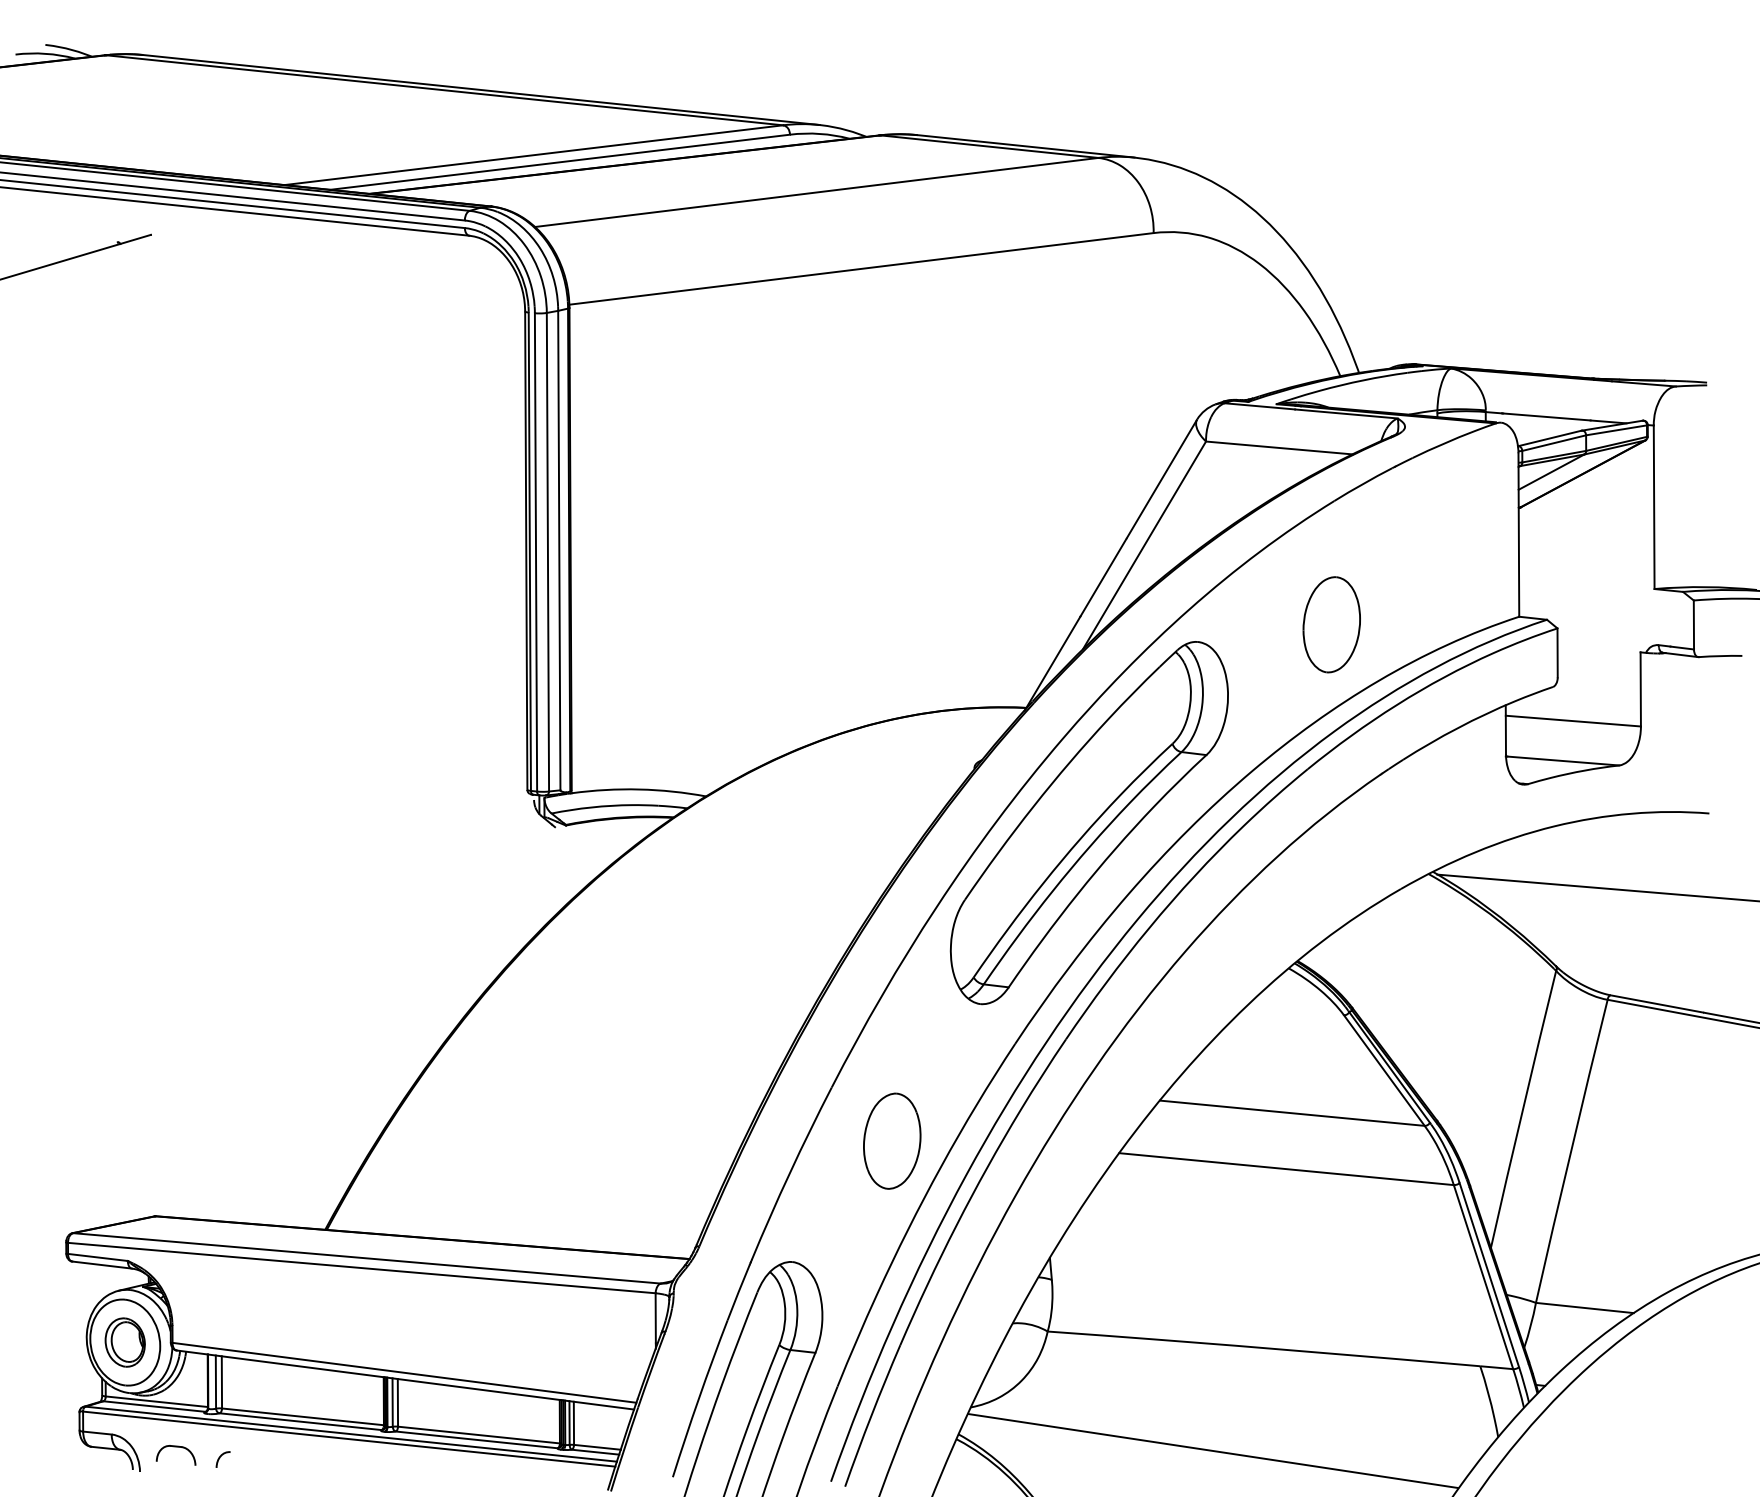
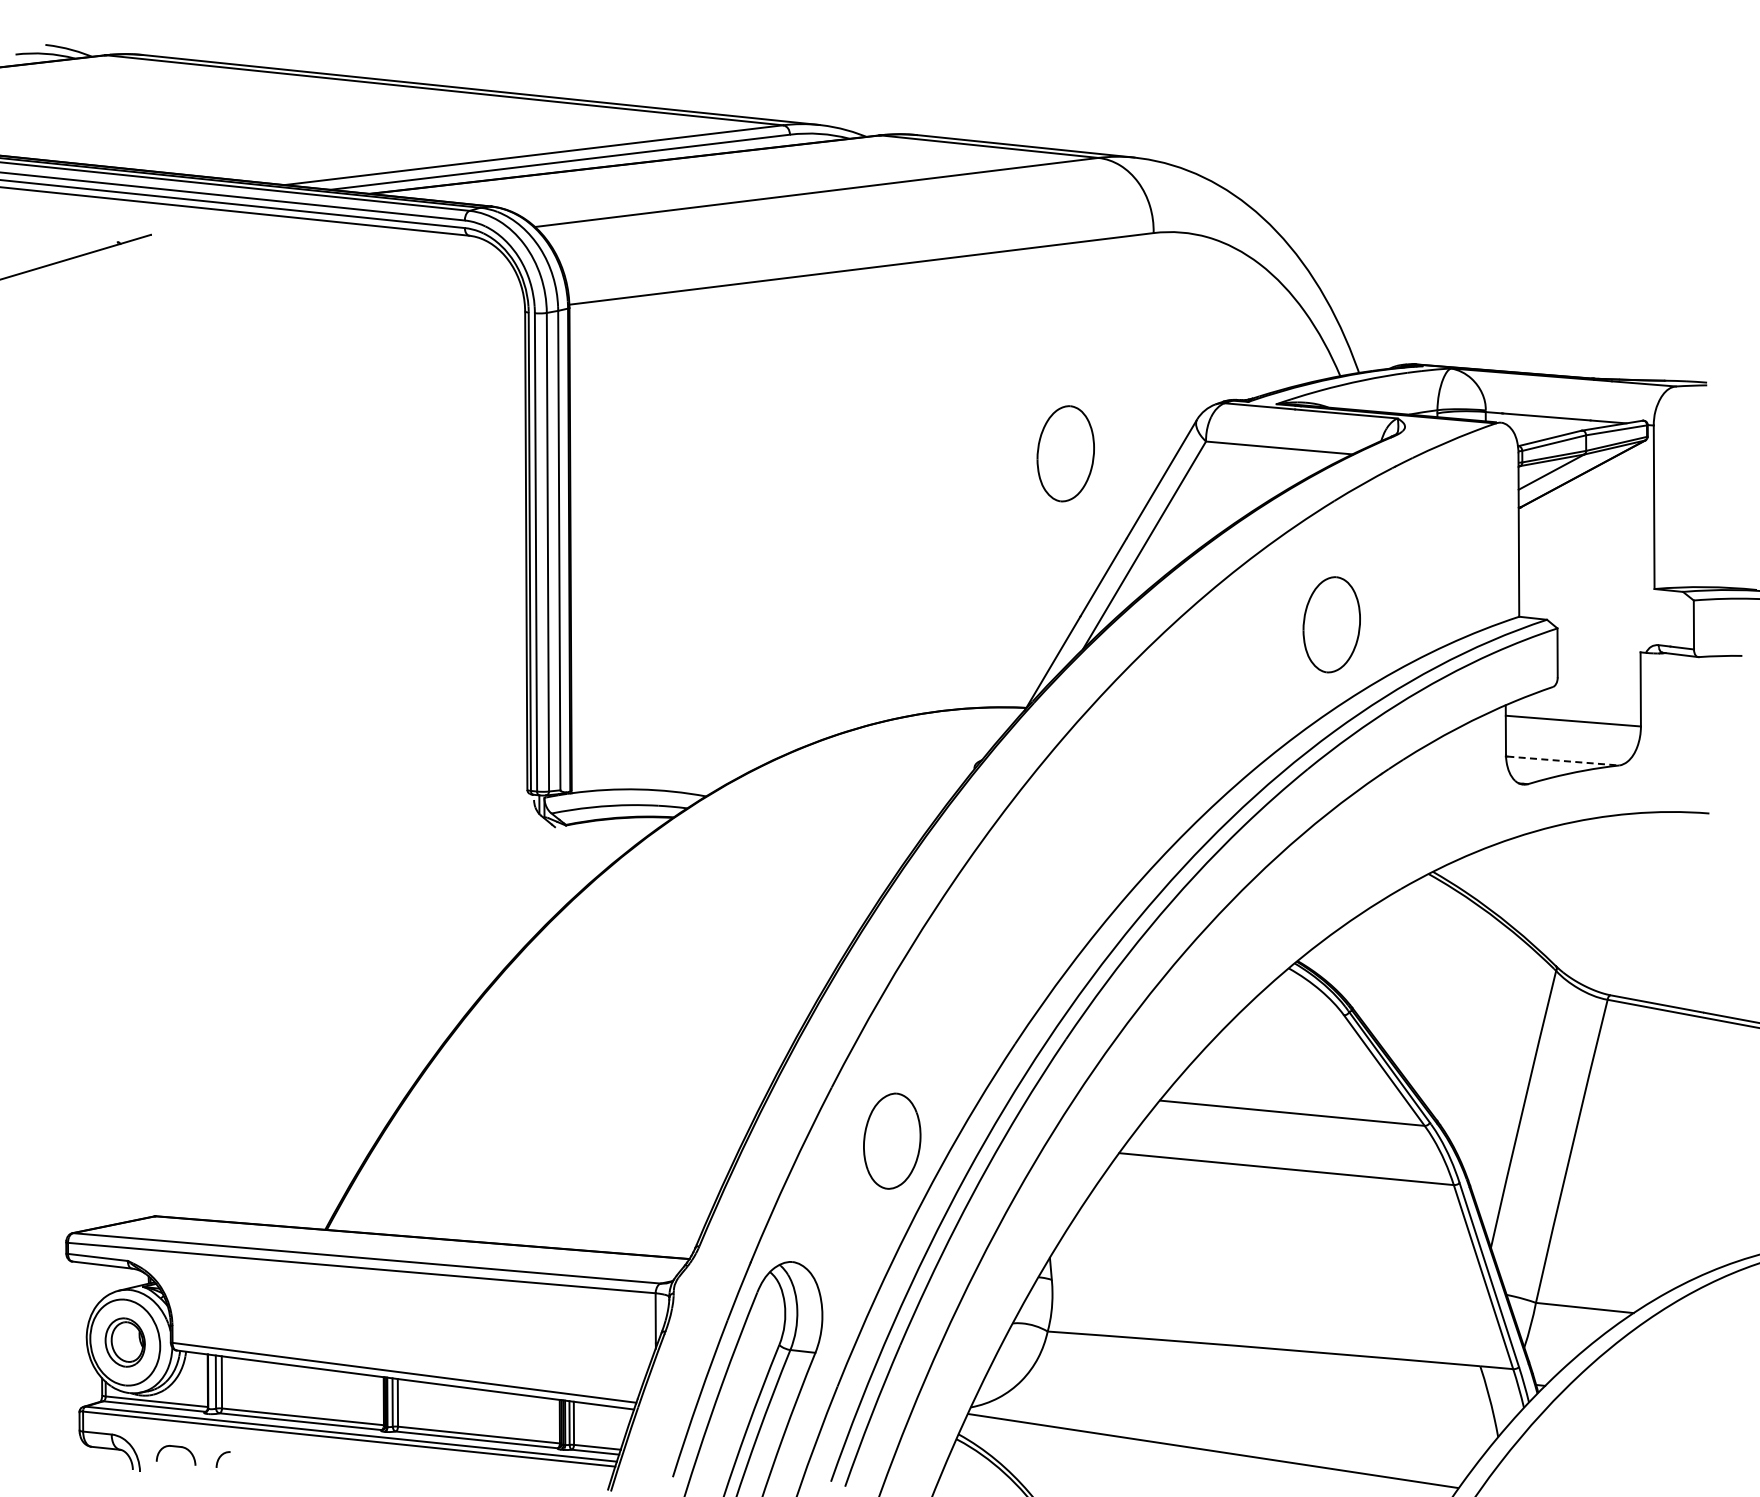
part at (1065, 453): none -> present
line at (1563, 761): solid -> dashed
part at (1088, 823): present -> none
line at (1596, 887): present -> none
